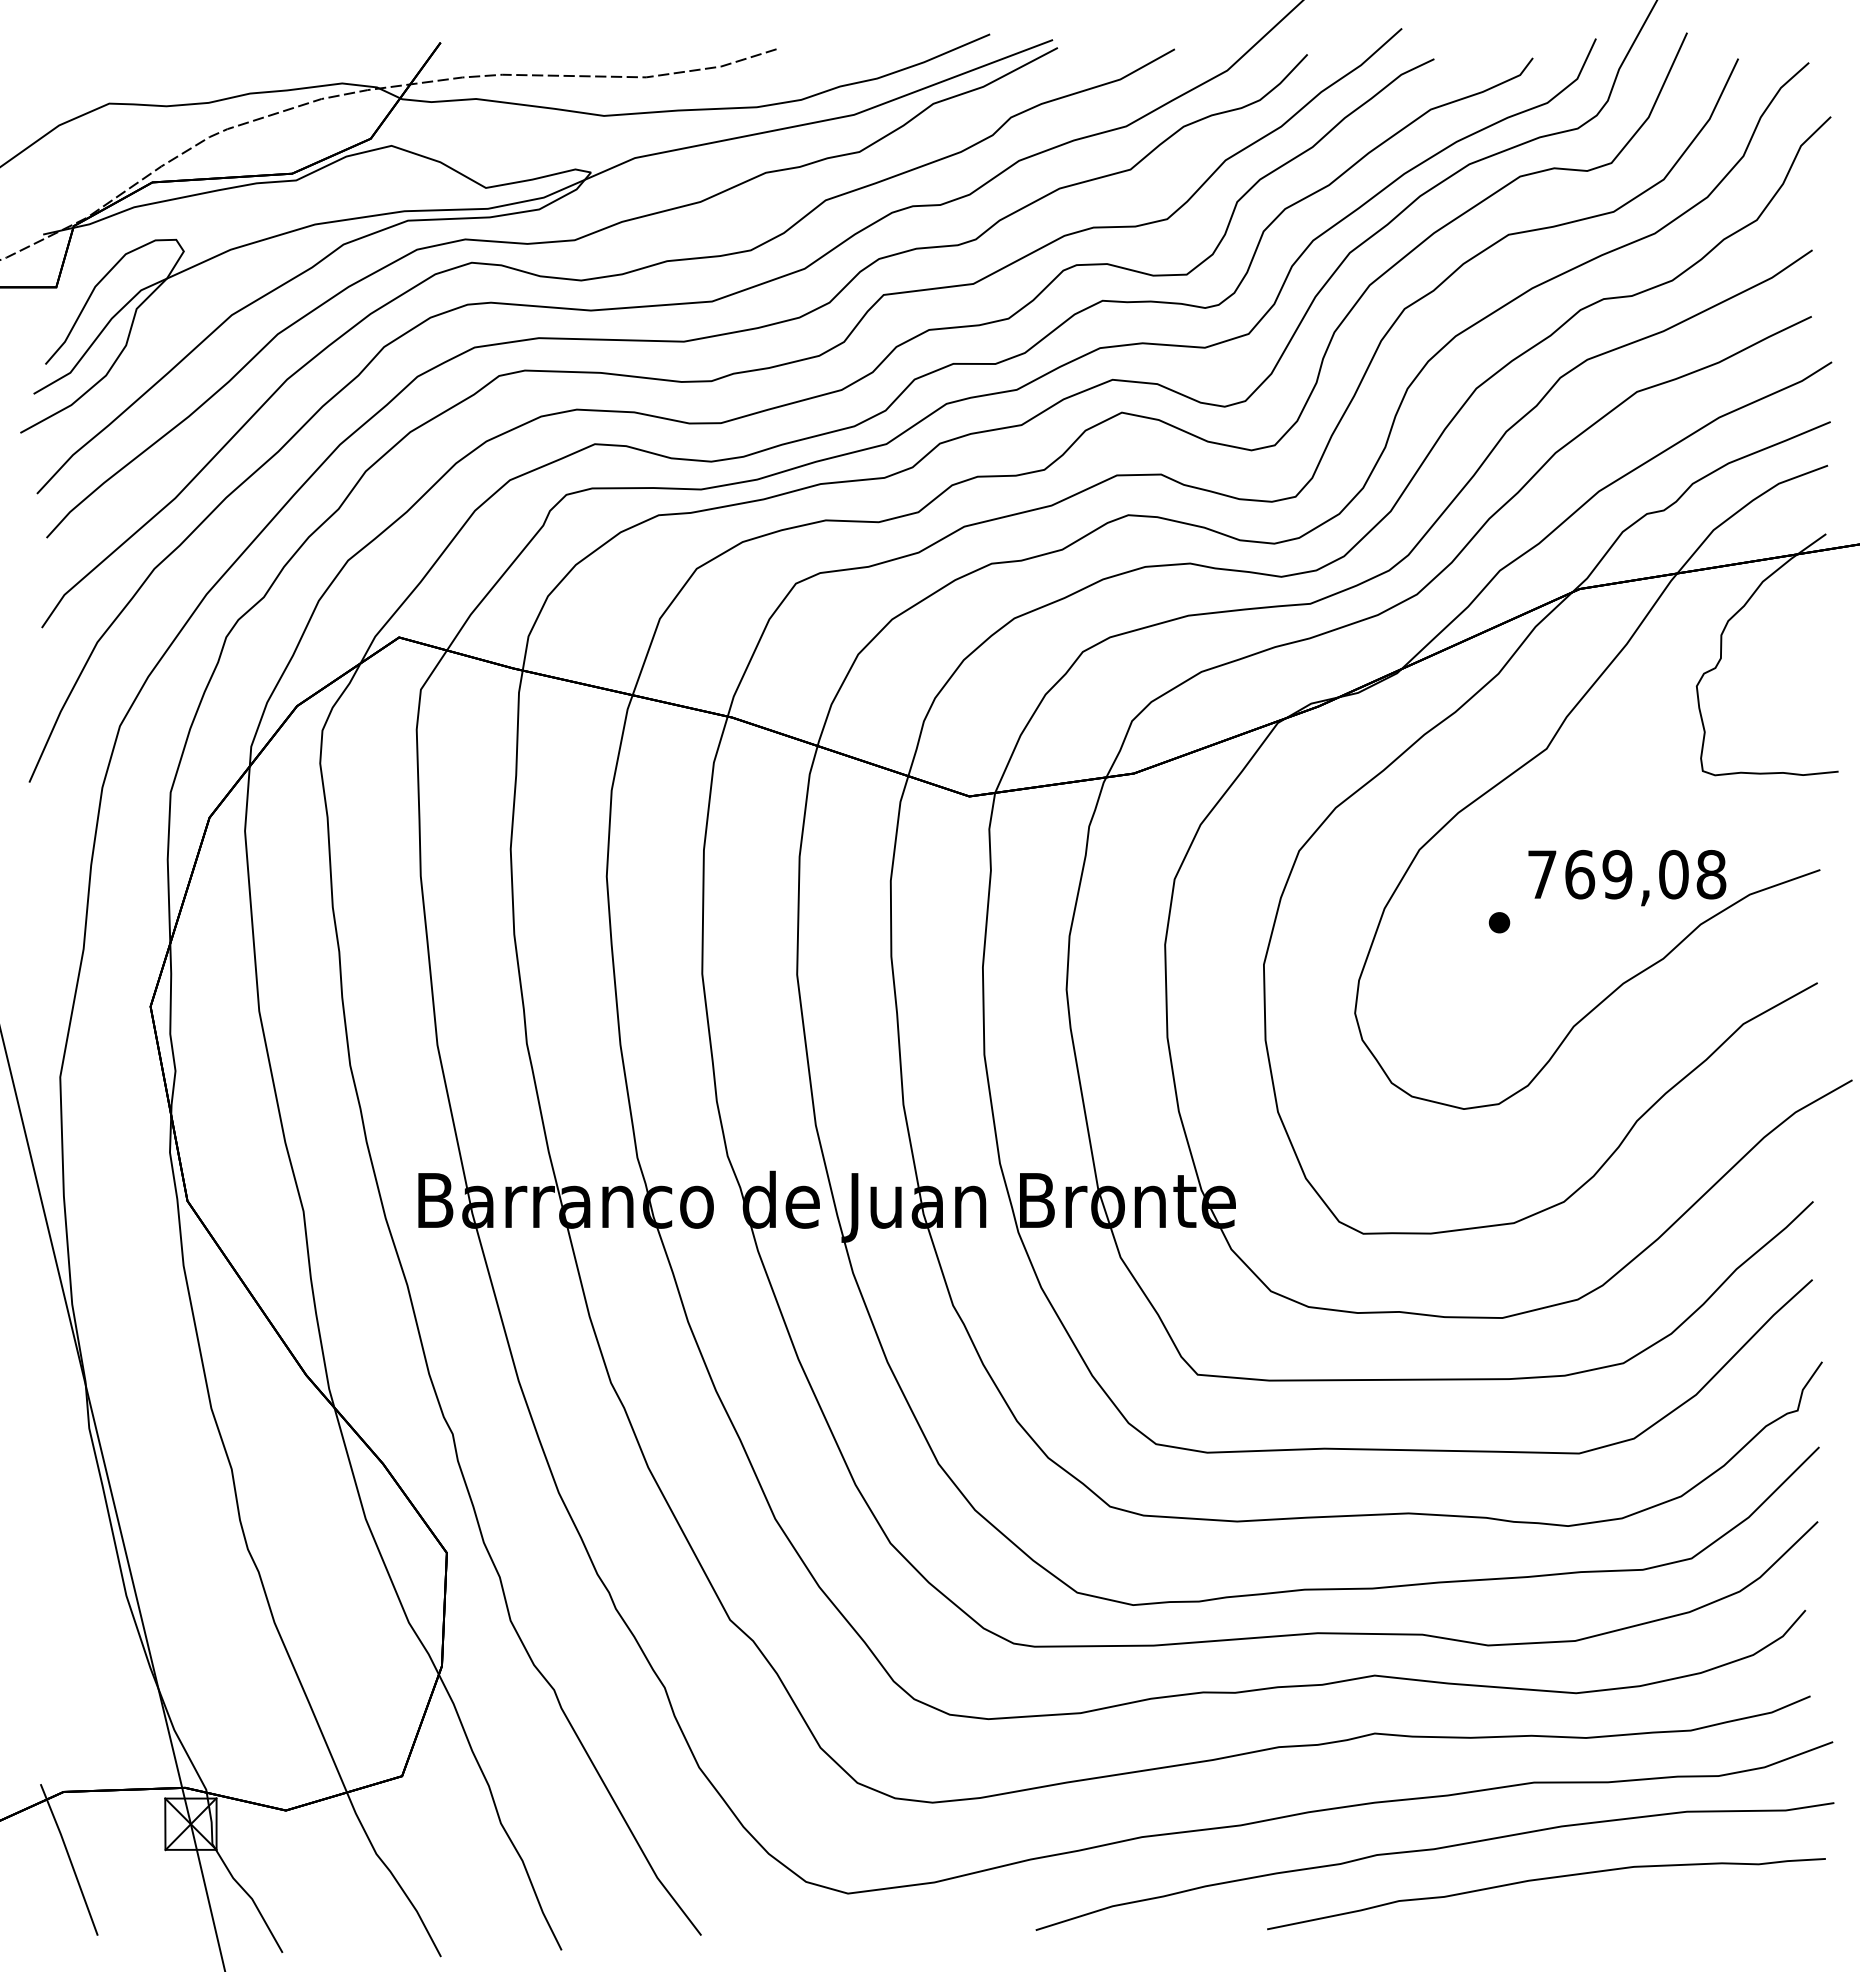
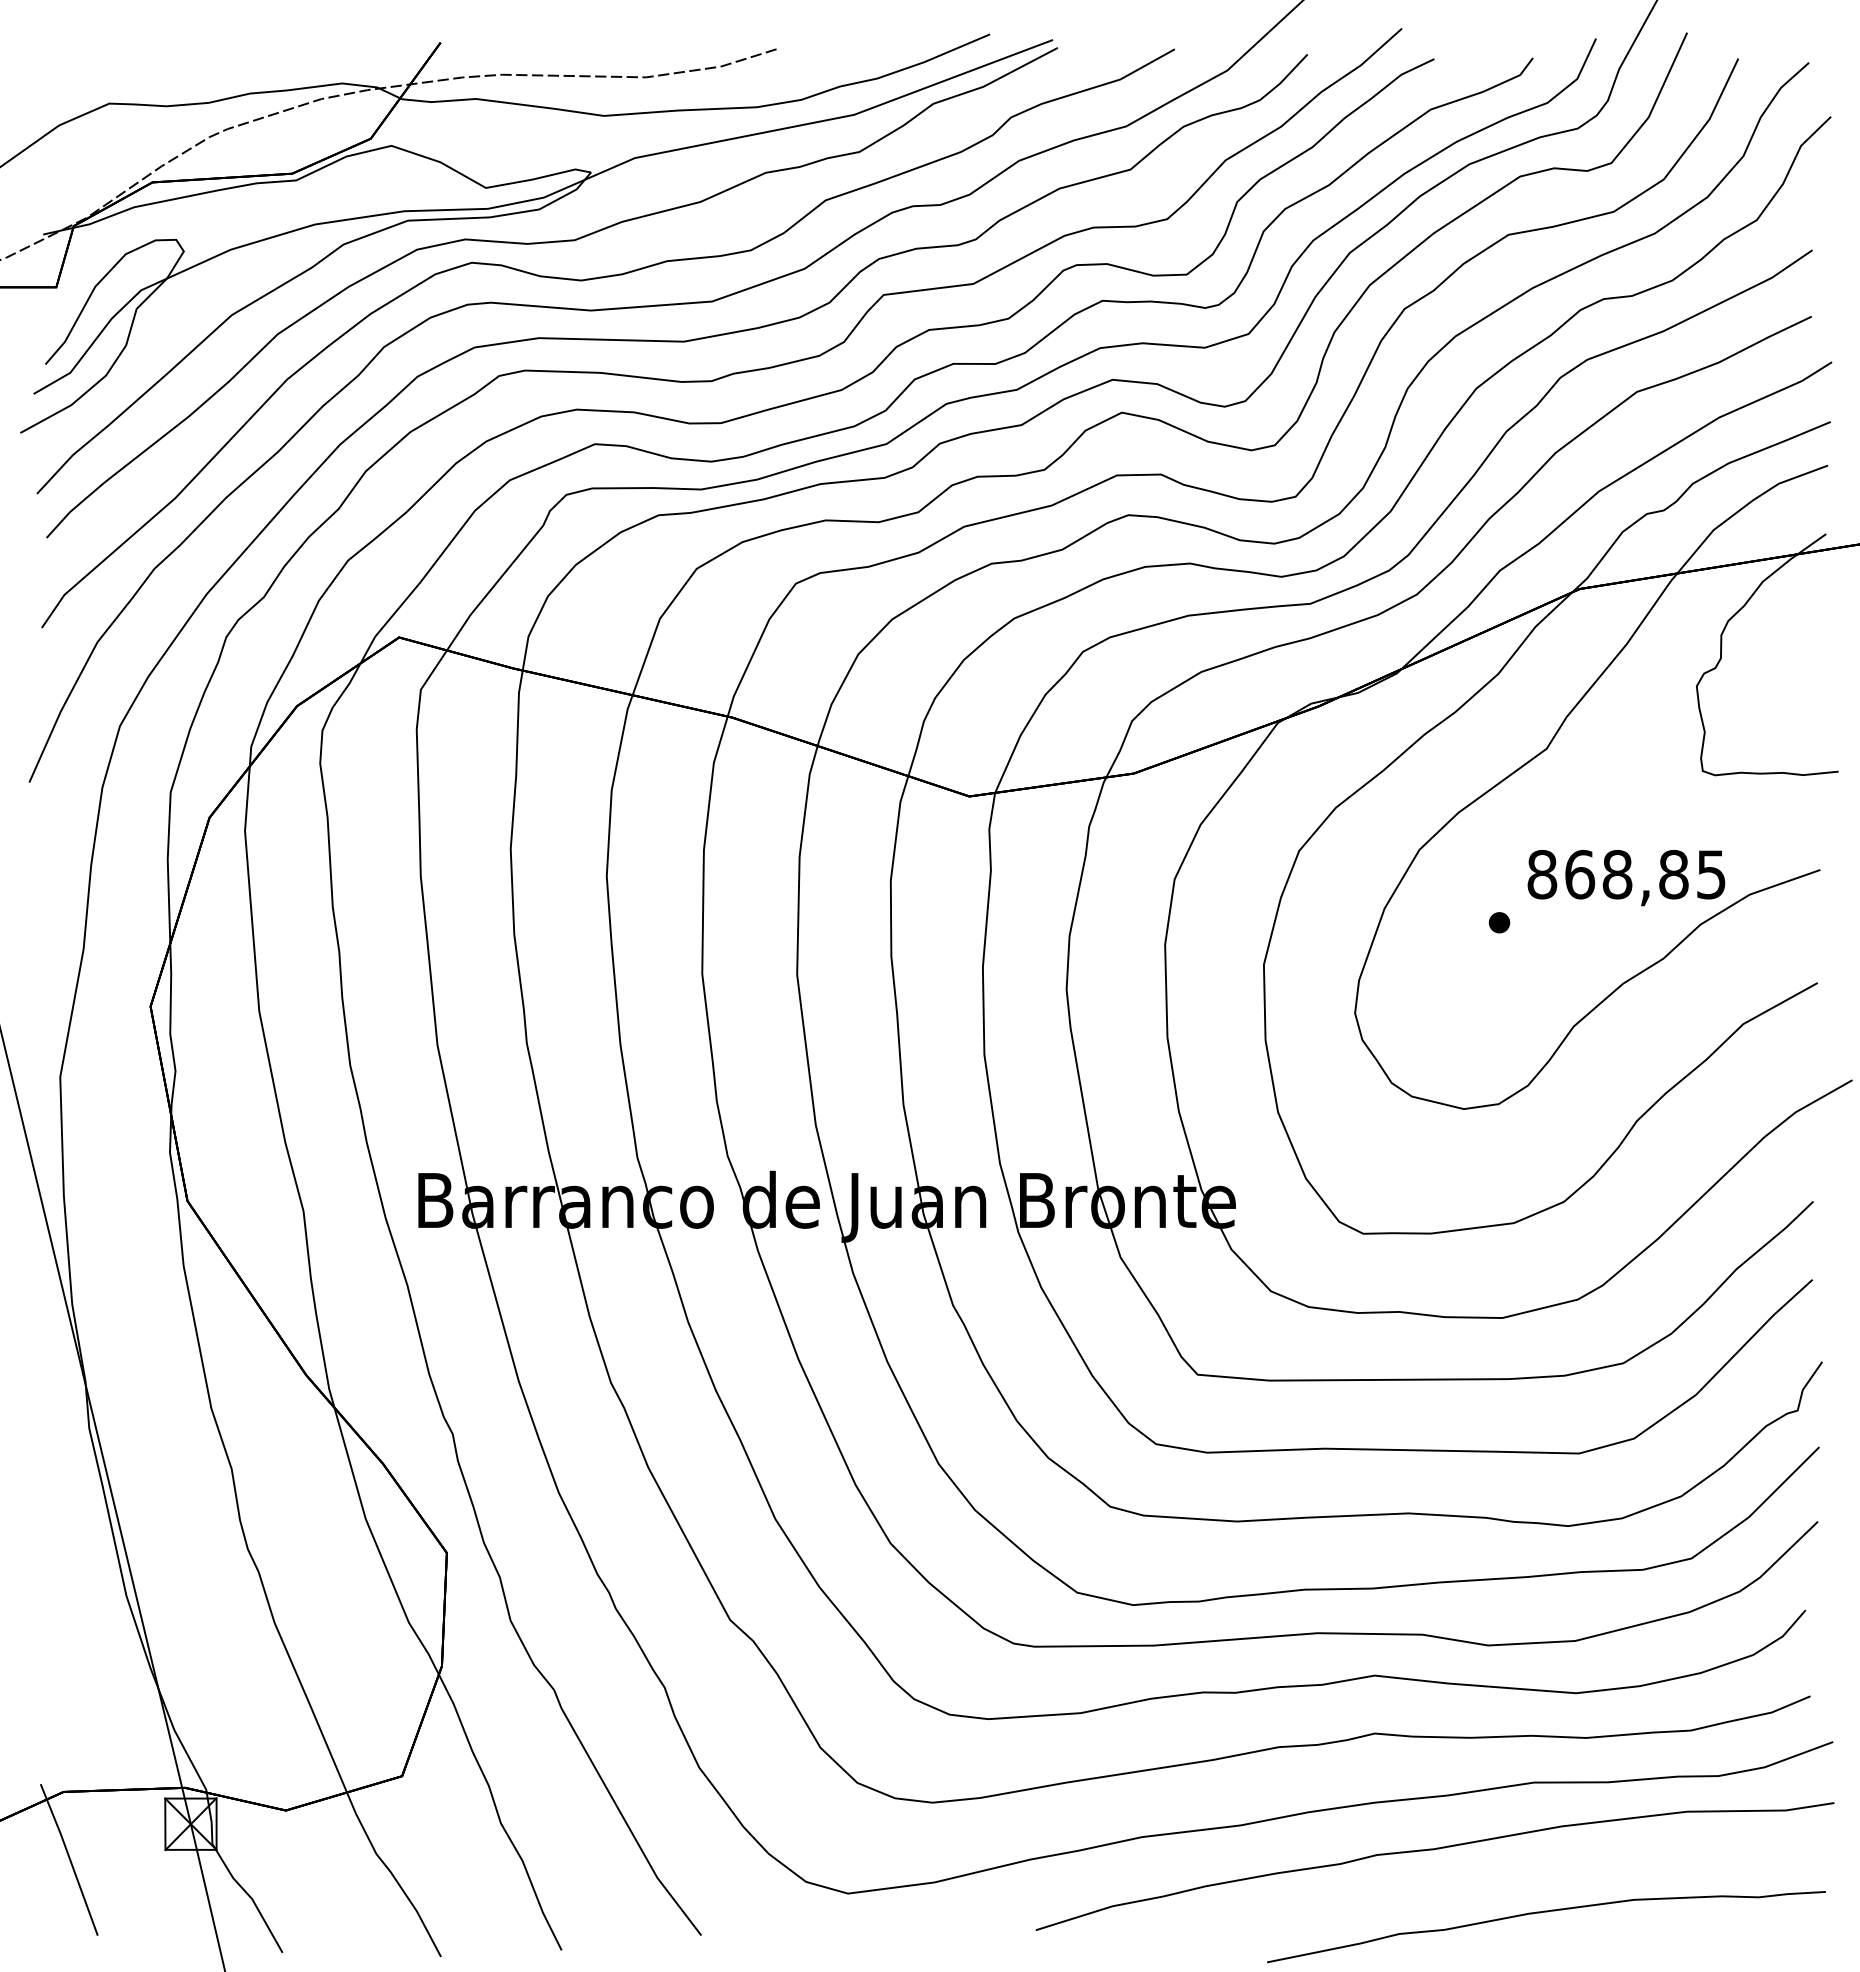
text at (1626, 874): 769,08 -> 868,85
curve at (1546, 1879) position: (1546, 1879) -> (1546, 1912)
